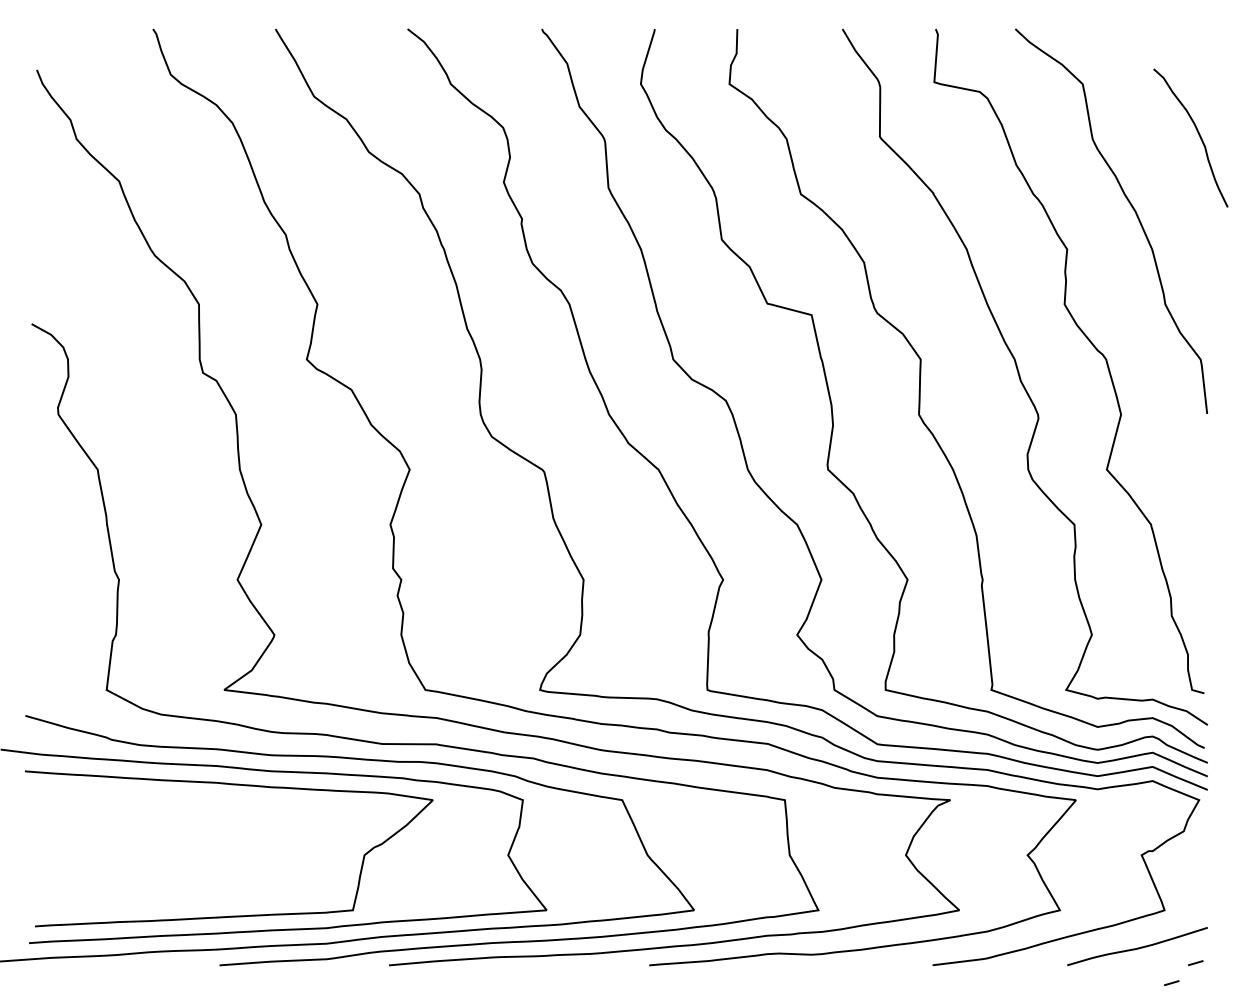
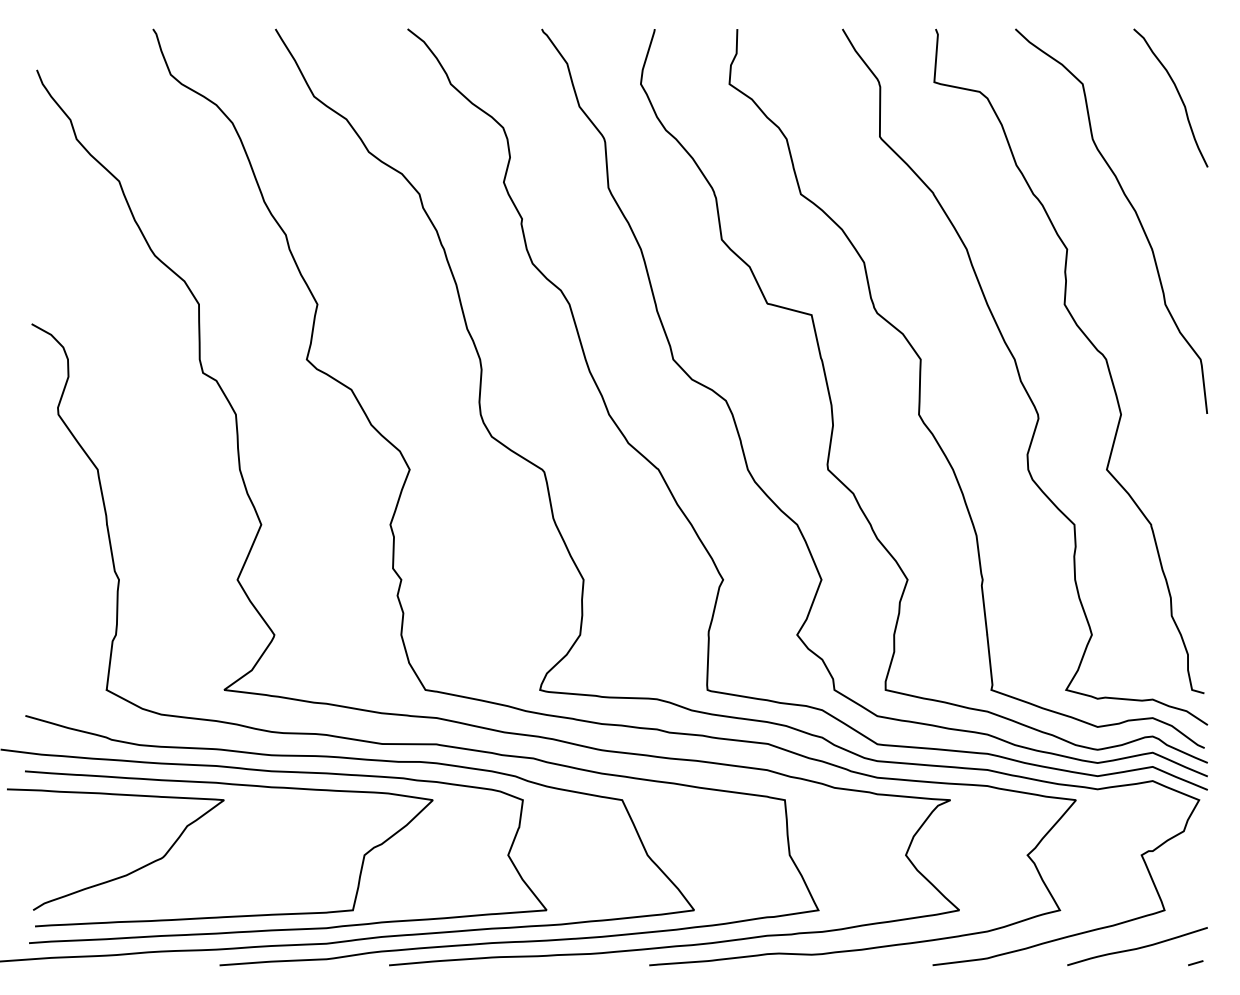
curve at (1197, 133) position: (1197, 133) -> (1177, 93)
curve at (127, 873): none -> present
line at (1171, 983): present -> none
